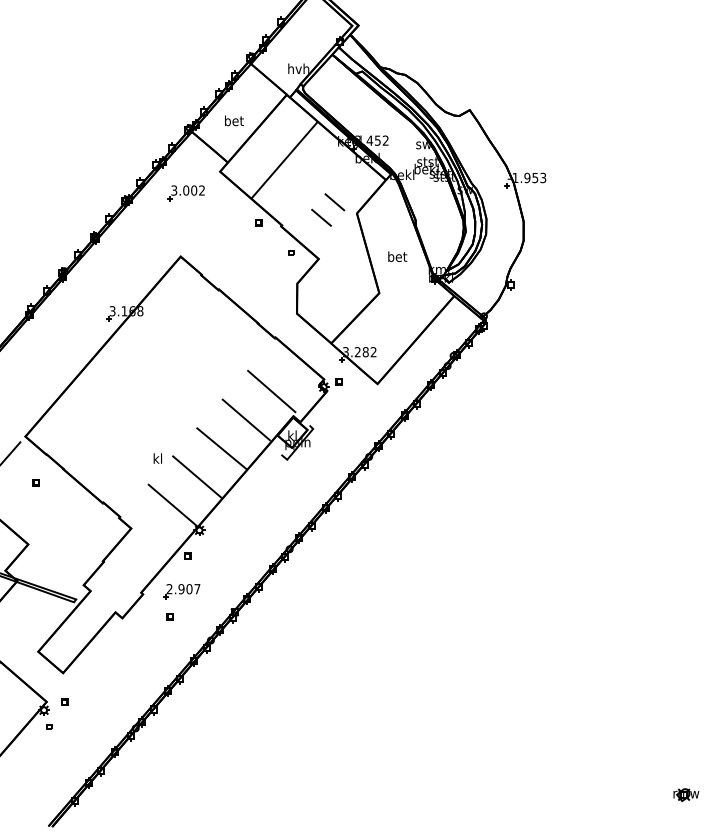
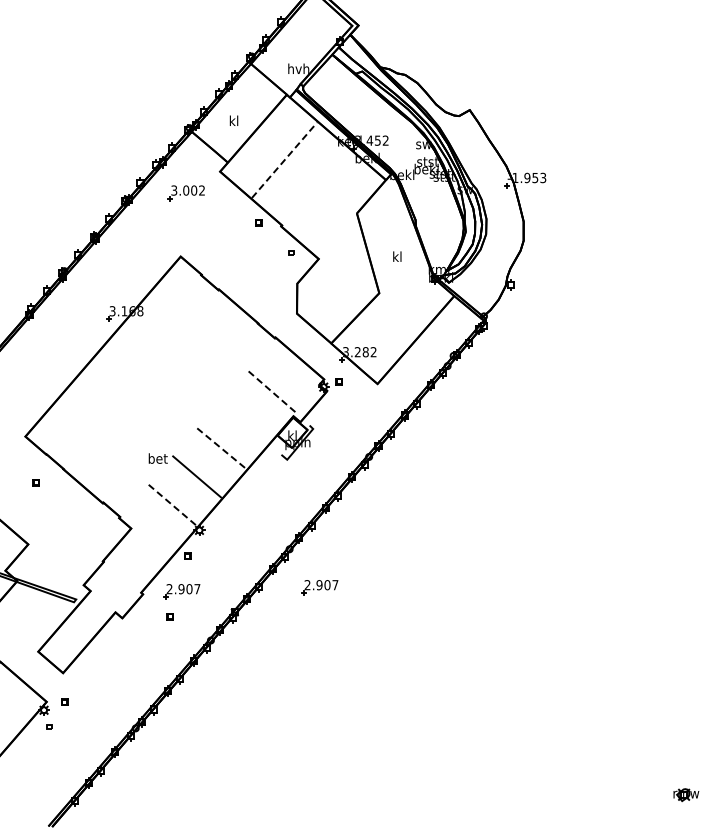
text at (234, 120): bet -> kl
line at (284, 160): solid -> dashed
line at (334, 202): present -> none
line at (321, 217): present -> none
text at (397, 256): bet -> kl
line at (271, 391): solid -> dashed
line at (245, 419): present -> none
line at (221, 448): solid -> dashed
line at (13, 449): present -> none
text at (157, 458): kl -> bet
line at (172, 505): solid -> dashed
part at (319, 587): none -> present
